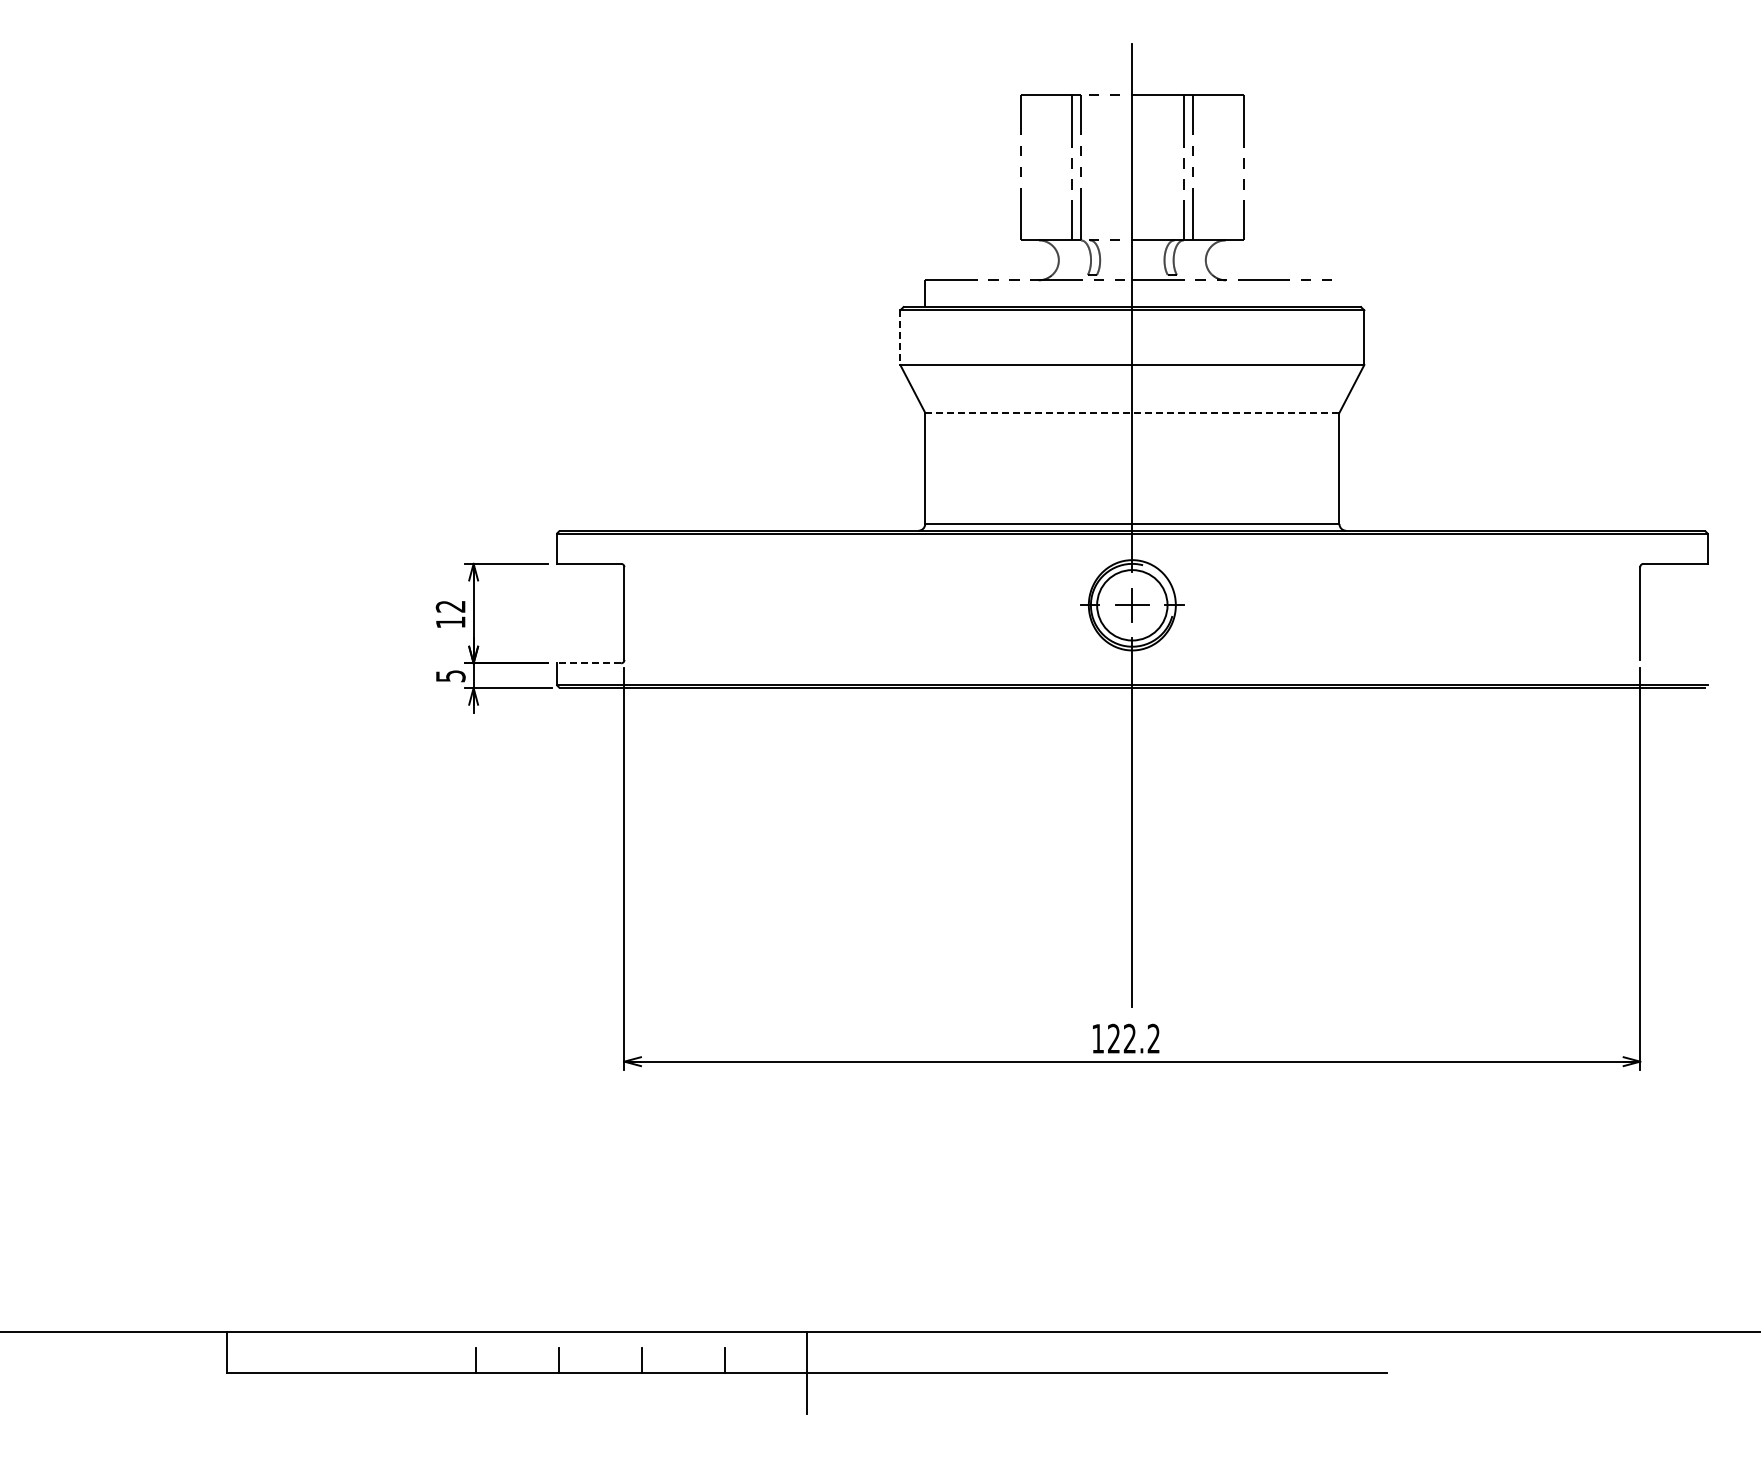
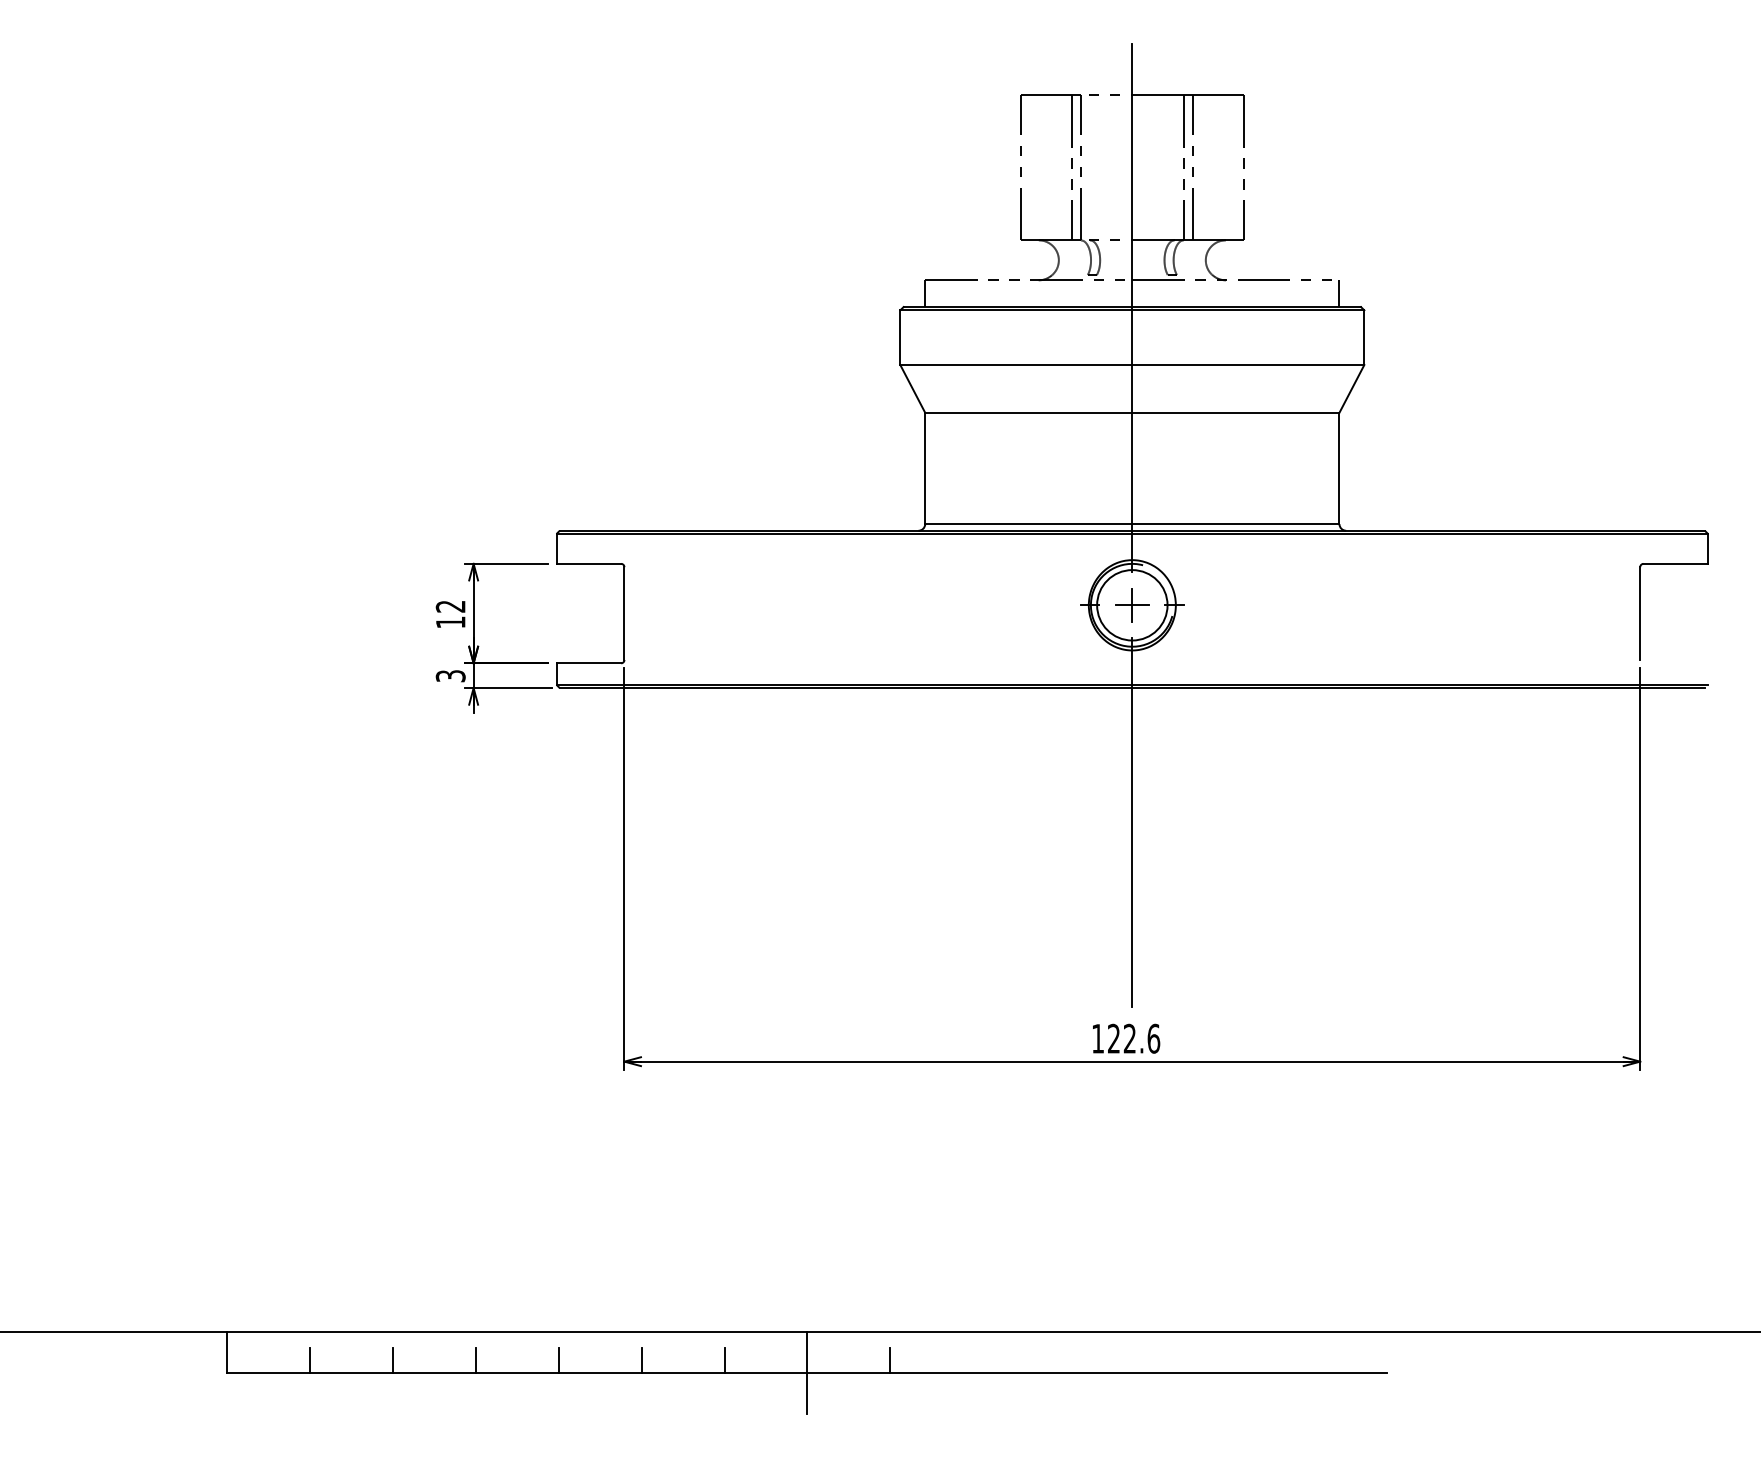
line at (1339, 293): none -> present
line at (900, 338): dashed -> solid
line at (1131, 412): dashed -> solid
line at (588, 663): dashed -> solid
text at (449, 675): 5 -> 3
text at (1153, 1038): 122.2 -> 122.6
line at (310, 1360): none -> present
line at (393, 1360): none -> present
line at (890, 1360): none -> present
